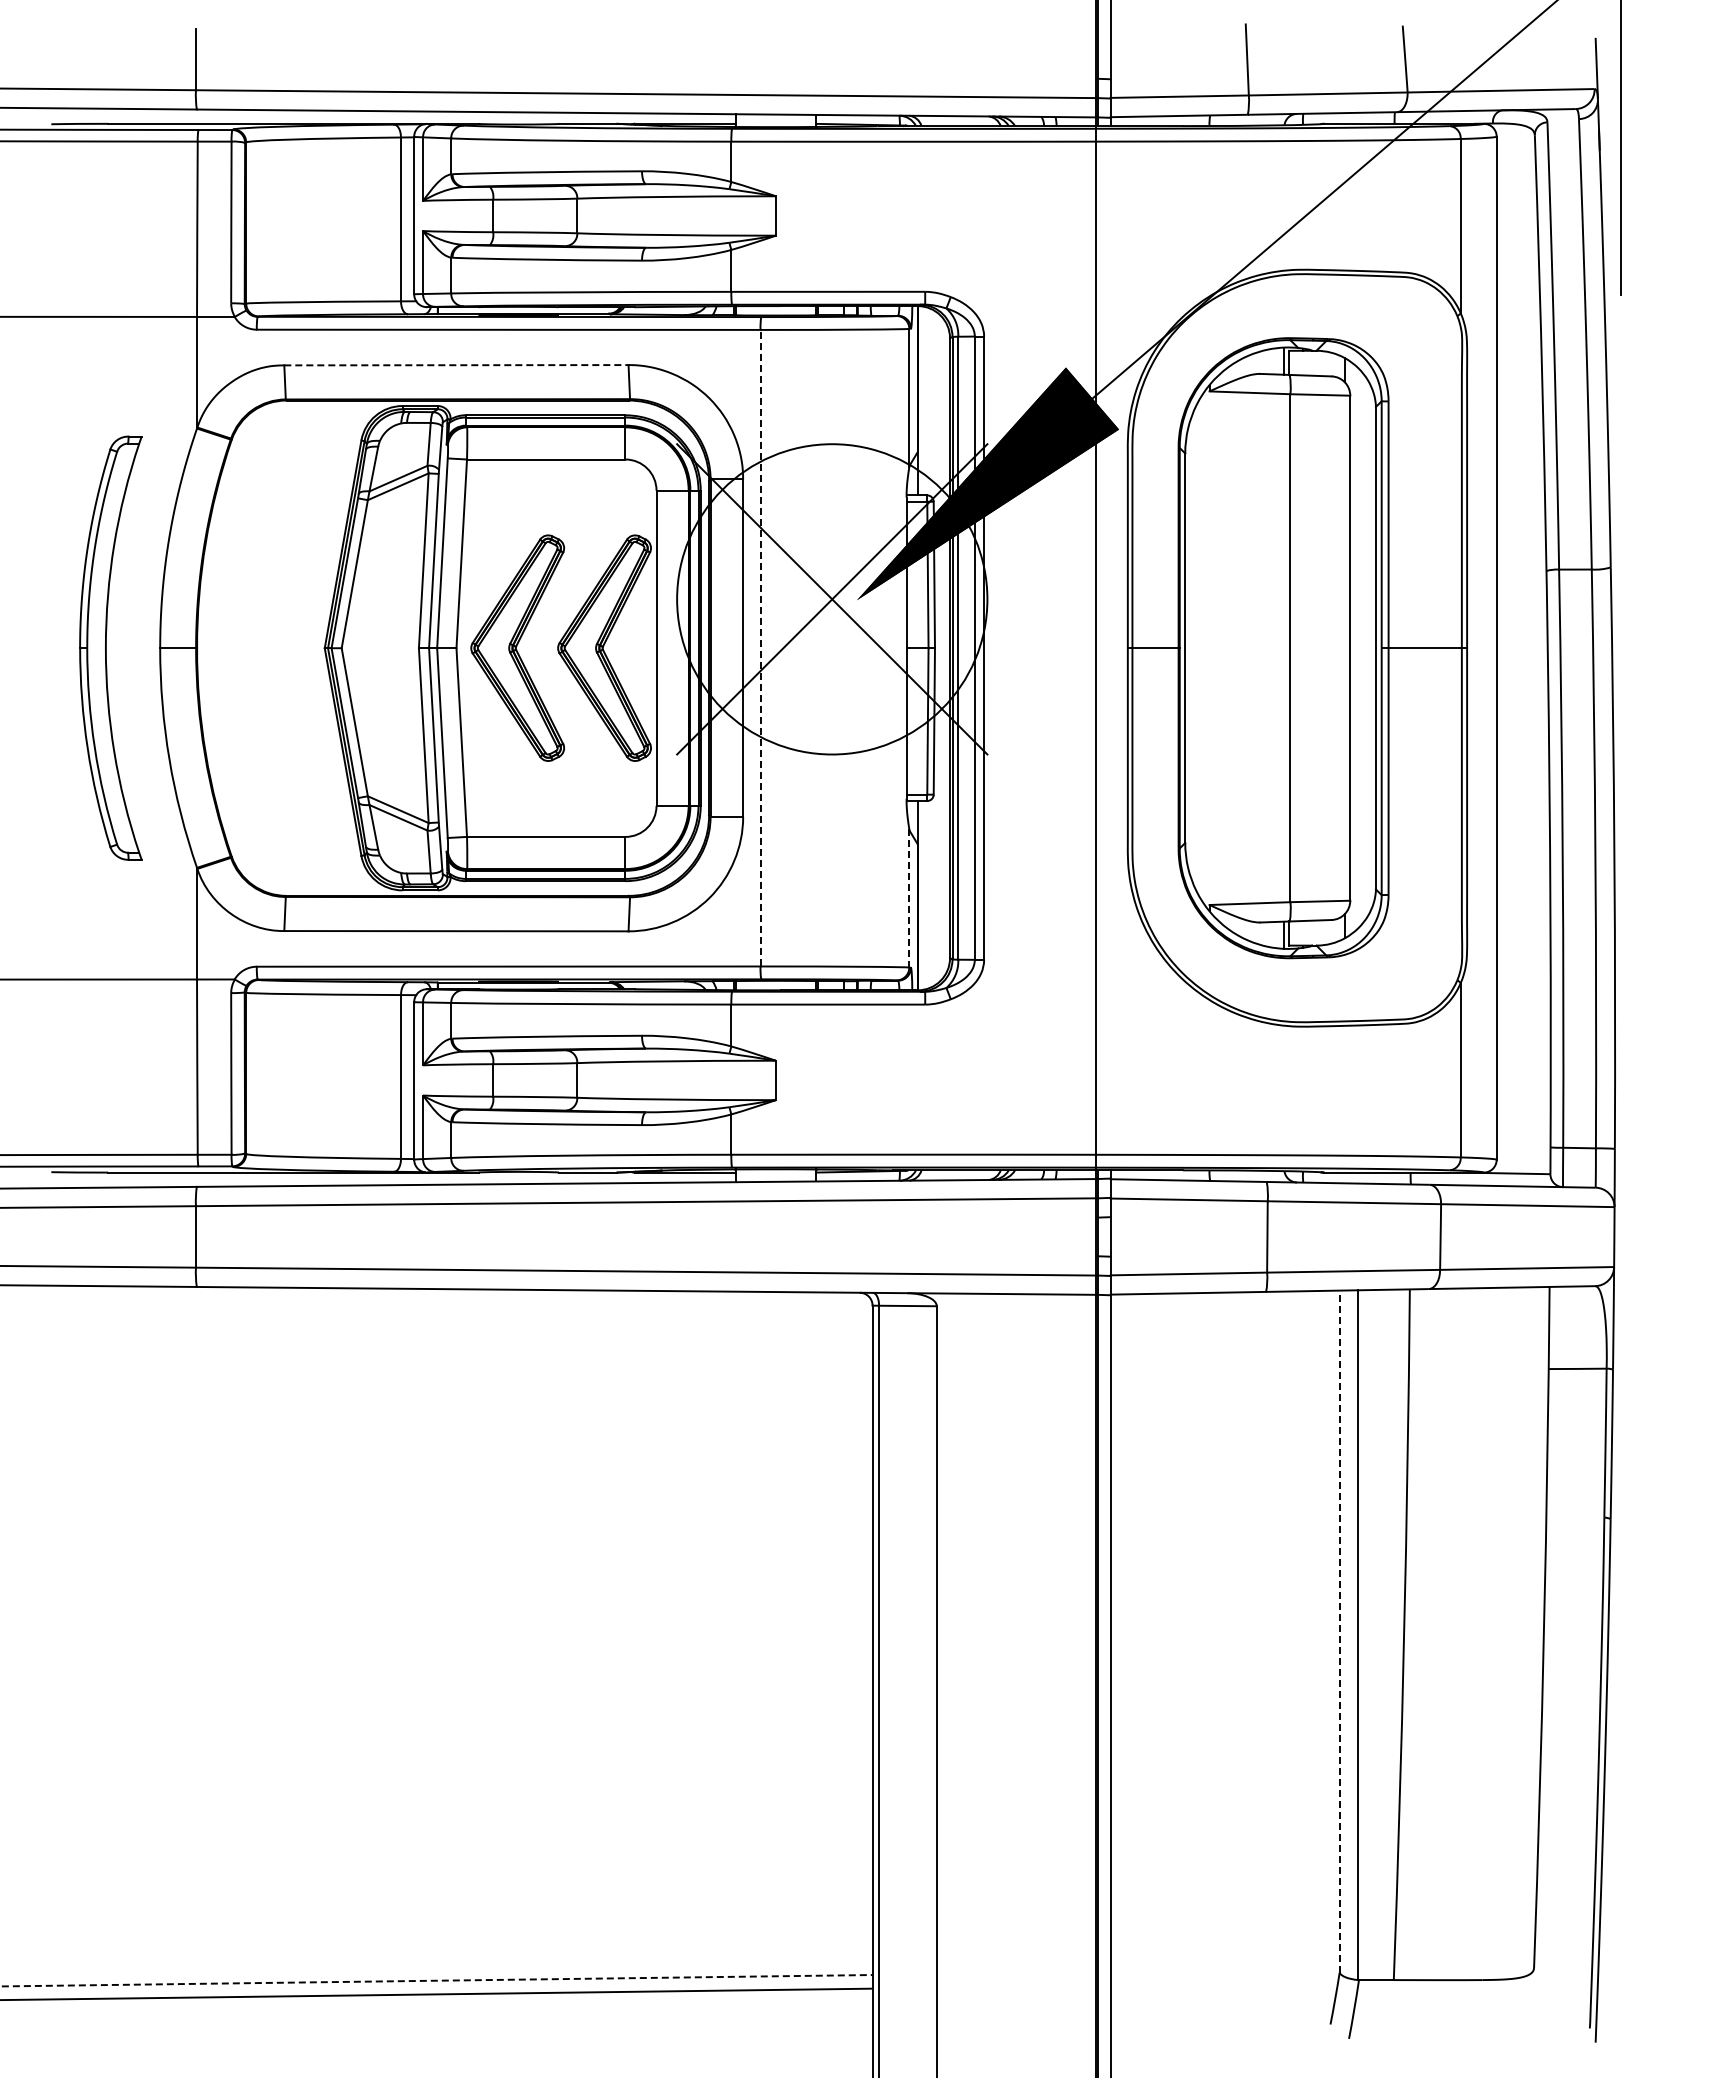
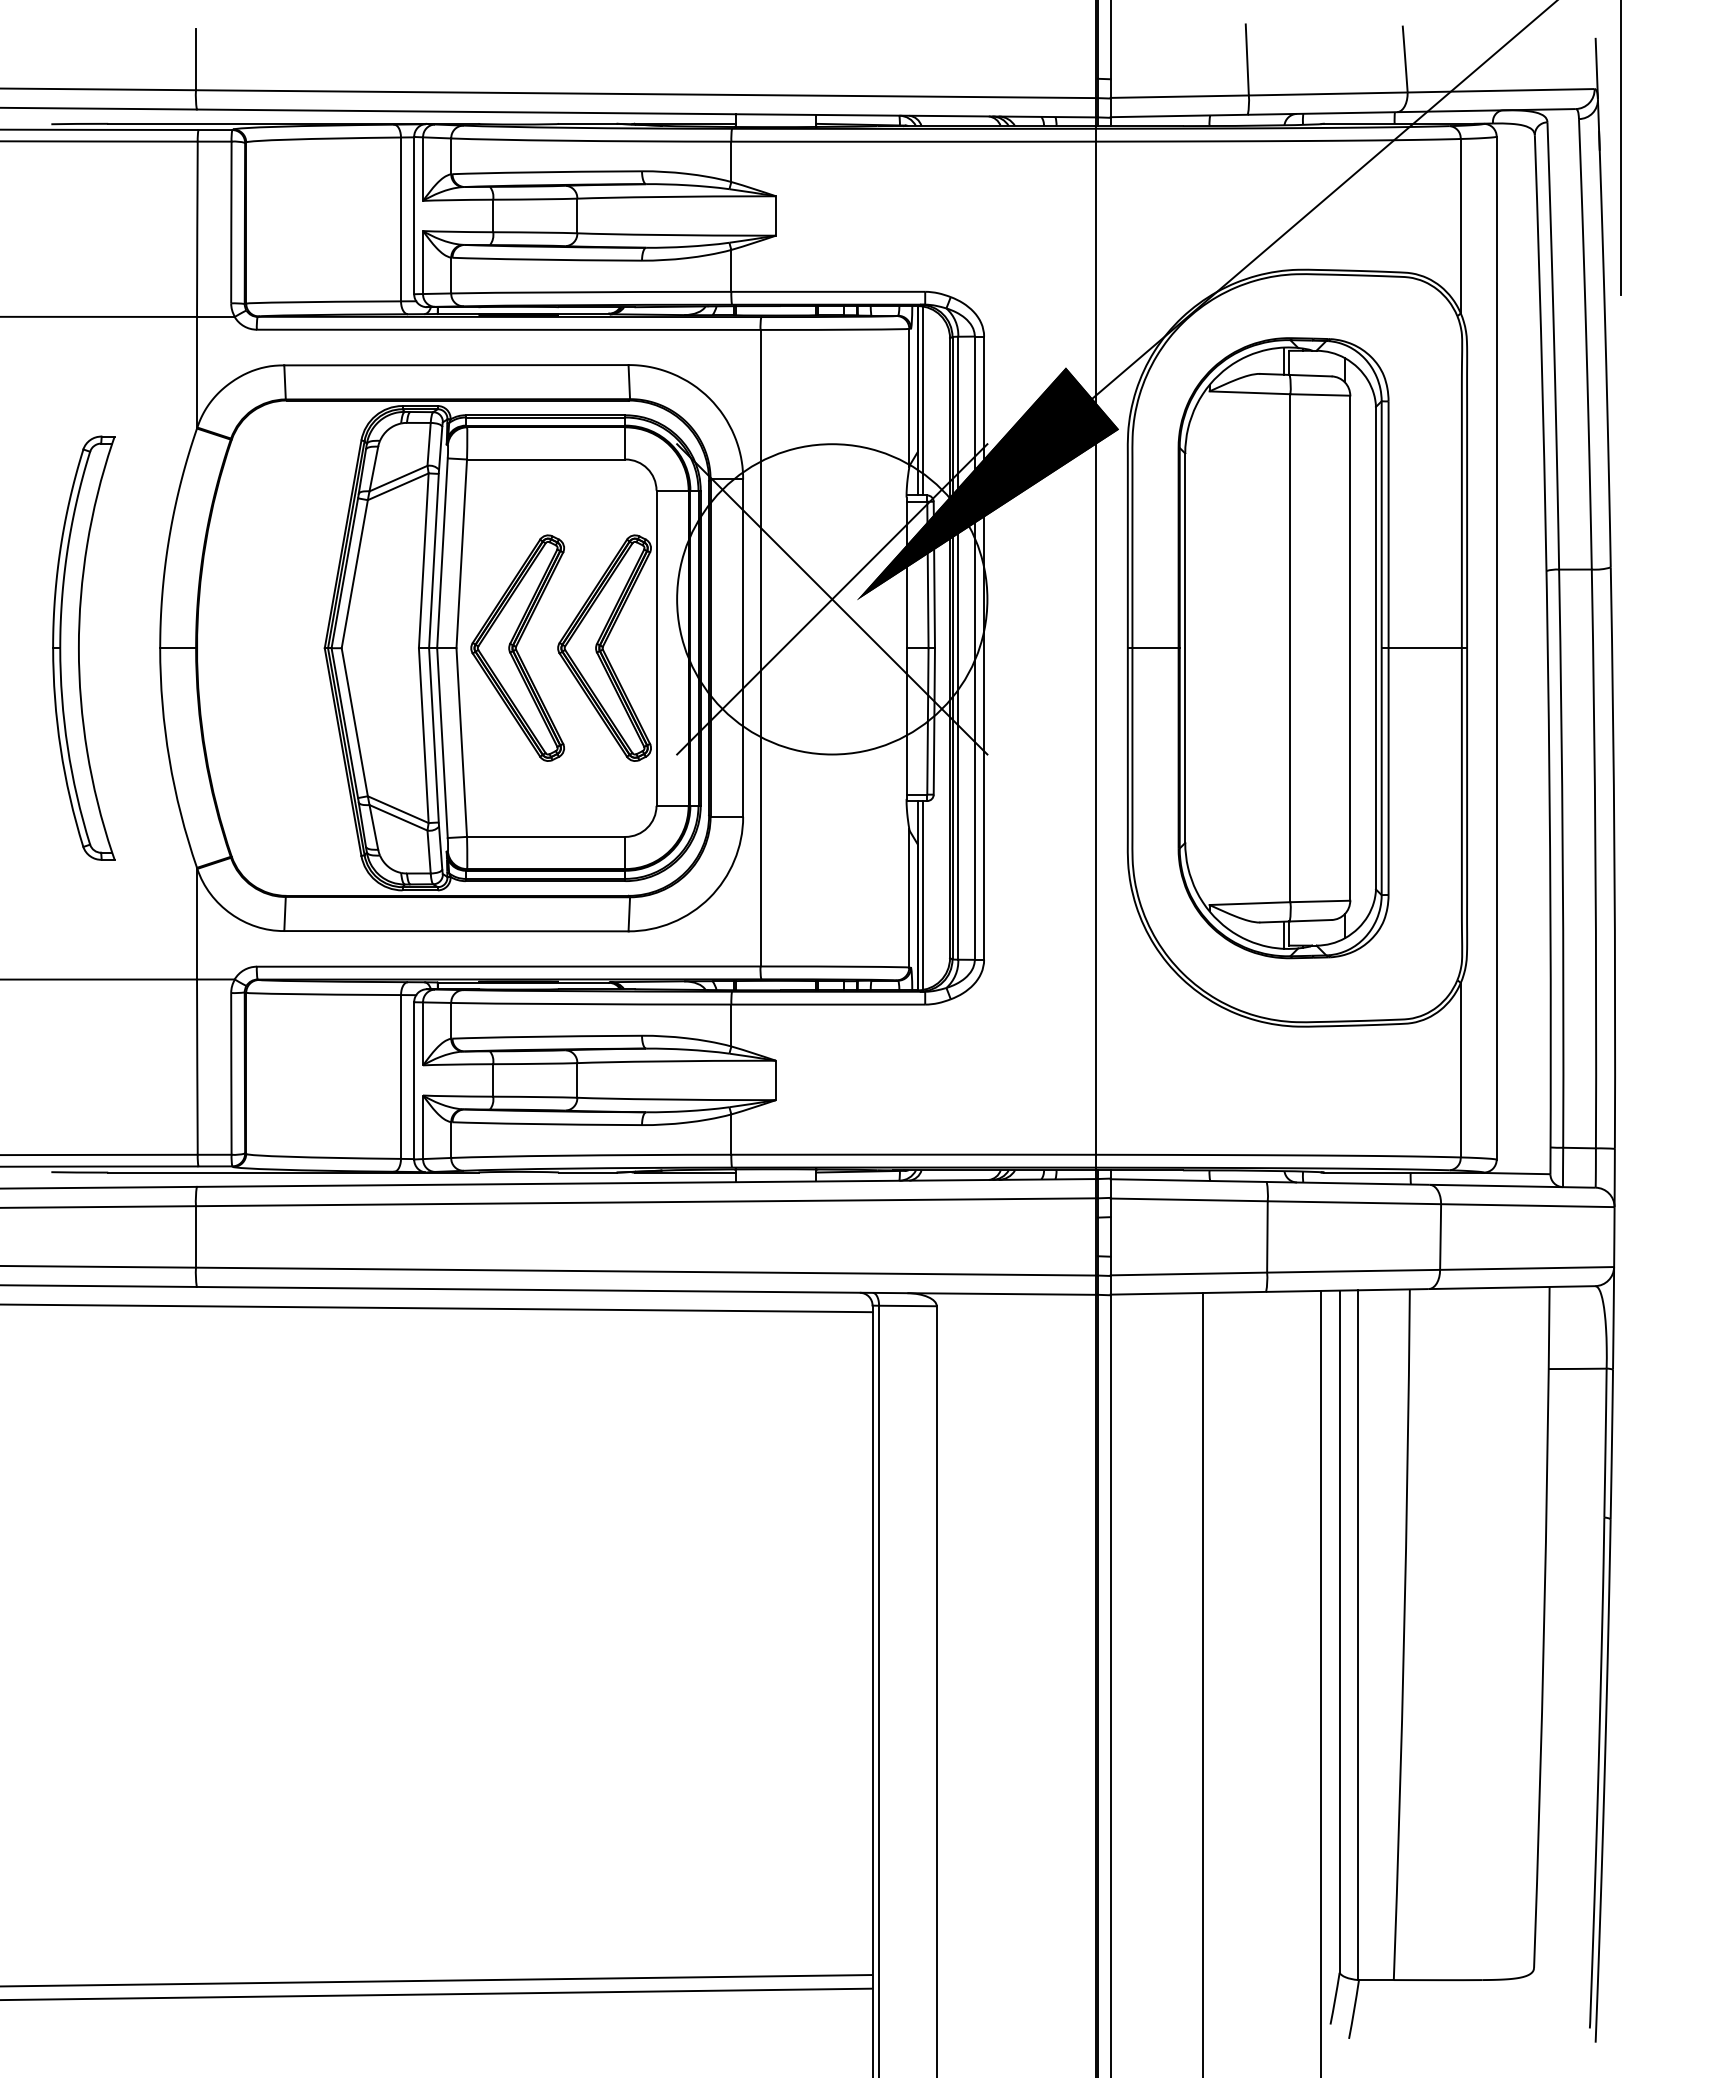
line at (456, 365): dashed -> solid
line at (923, 400): none -> present
part at (110, 647) position: (110, 647) -> (83, 647)
line at (760, 647): dashed -> solid
line at (923, 895): none -> present
line at (909, 897): dashed -> solid
line at (437, 1308): none -> present
line at (1339, 1631): dashed -> solid
line at (1321, 1682): none -> present
line at (1203, 1683): none -> present
line at (435, 1980): dashed -> solid
